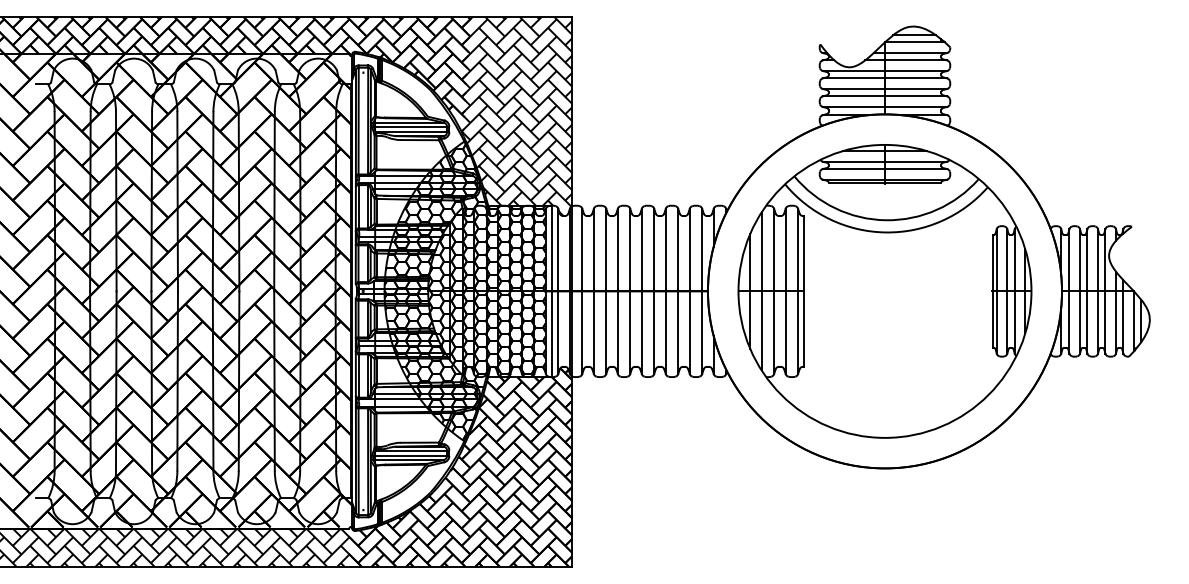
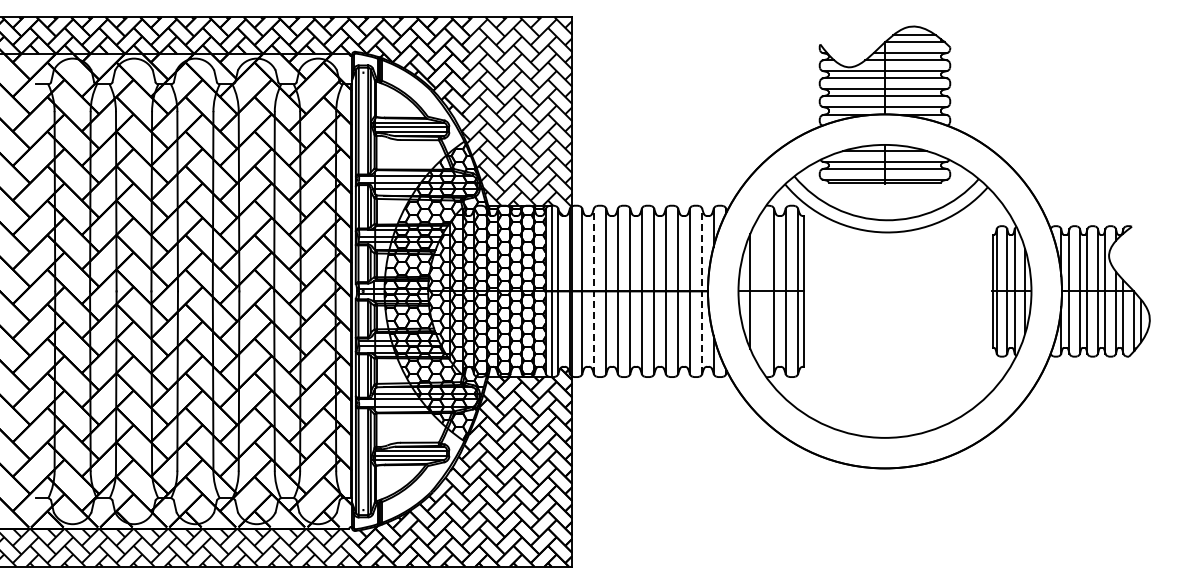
line at (593, 290): solid -> dashed
line at (702, 290): solid -> dashed
line at (761, 291): present -> none
